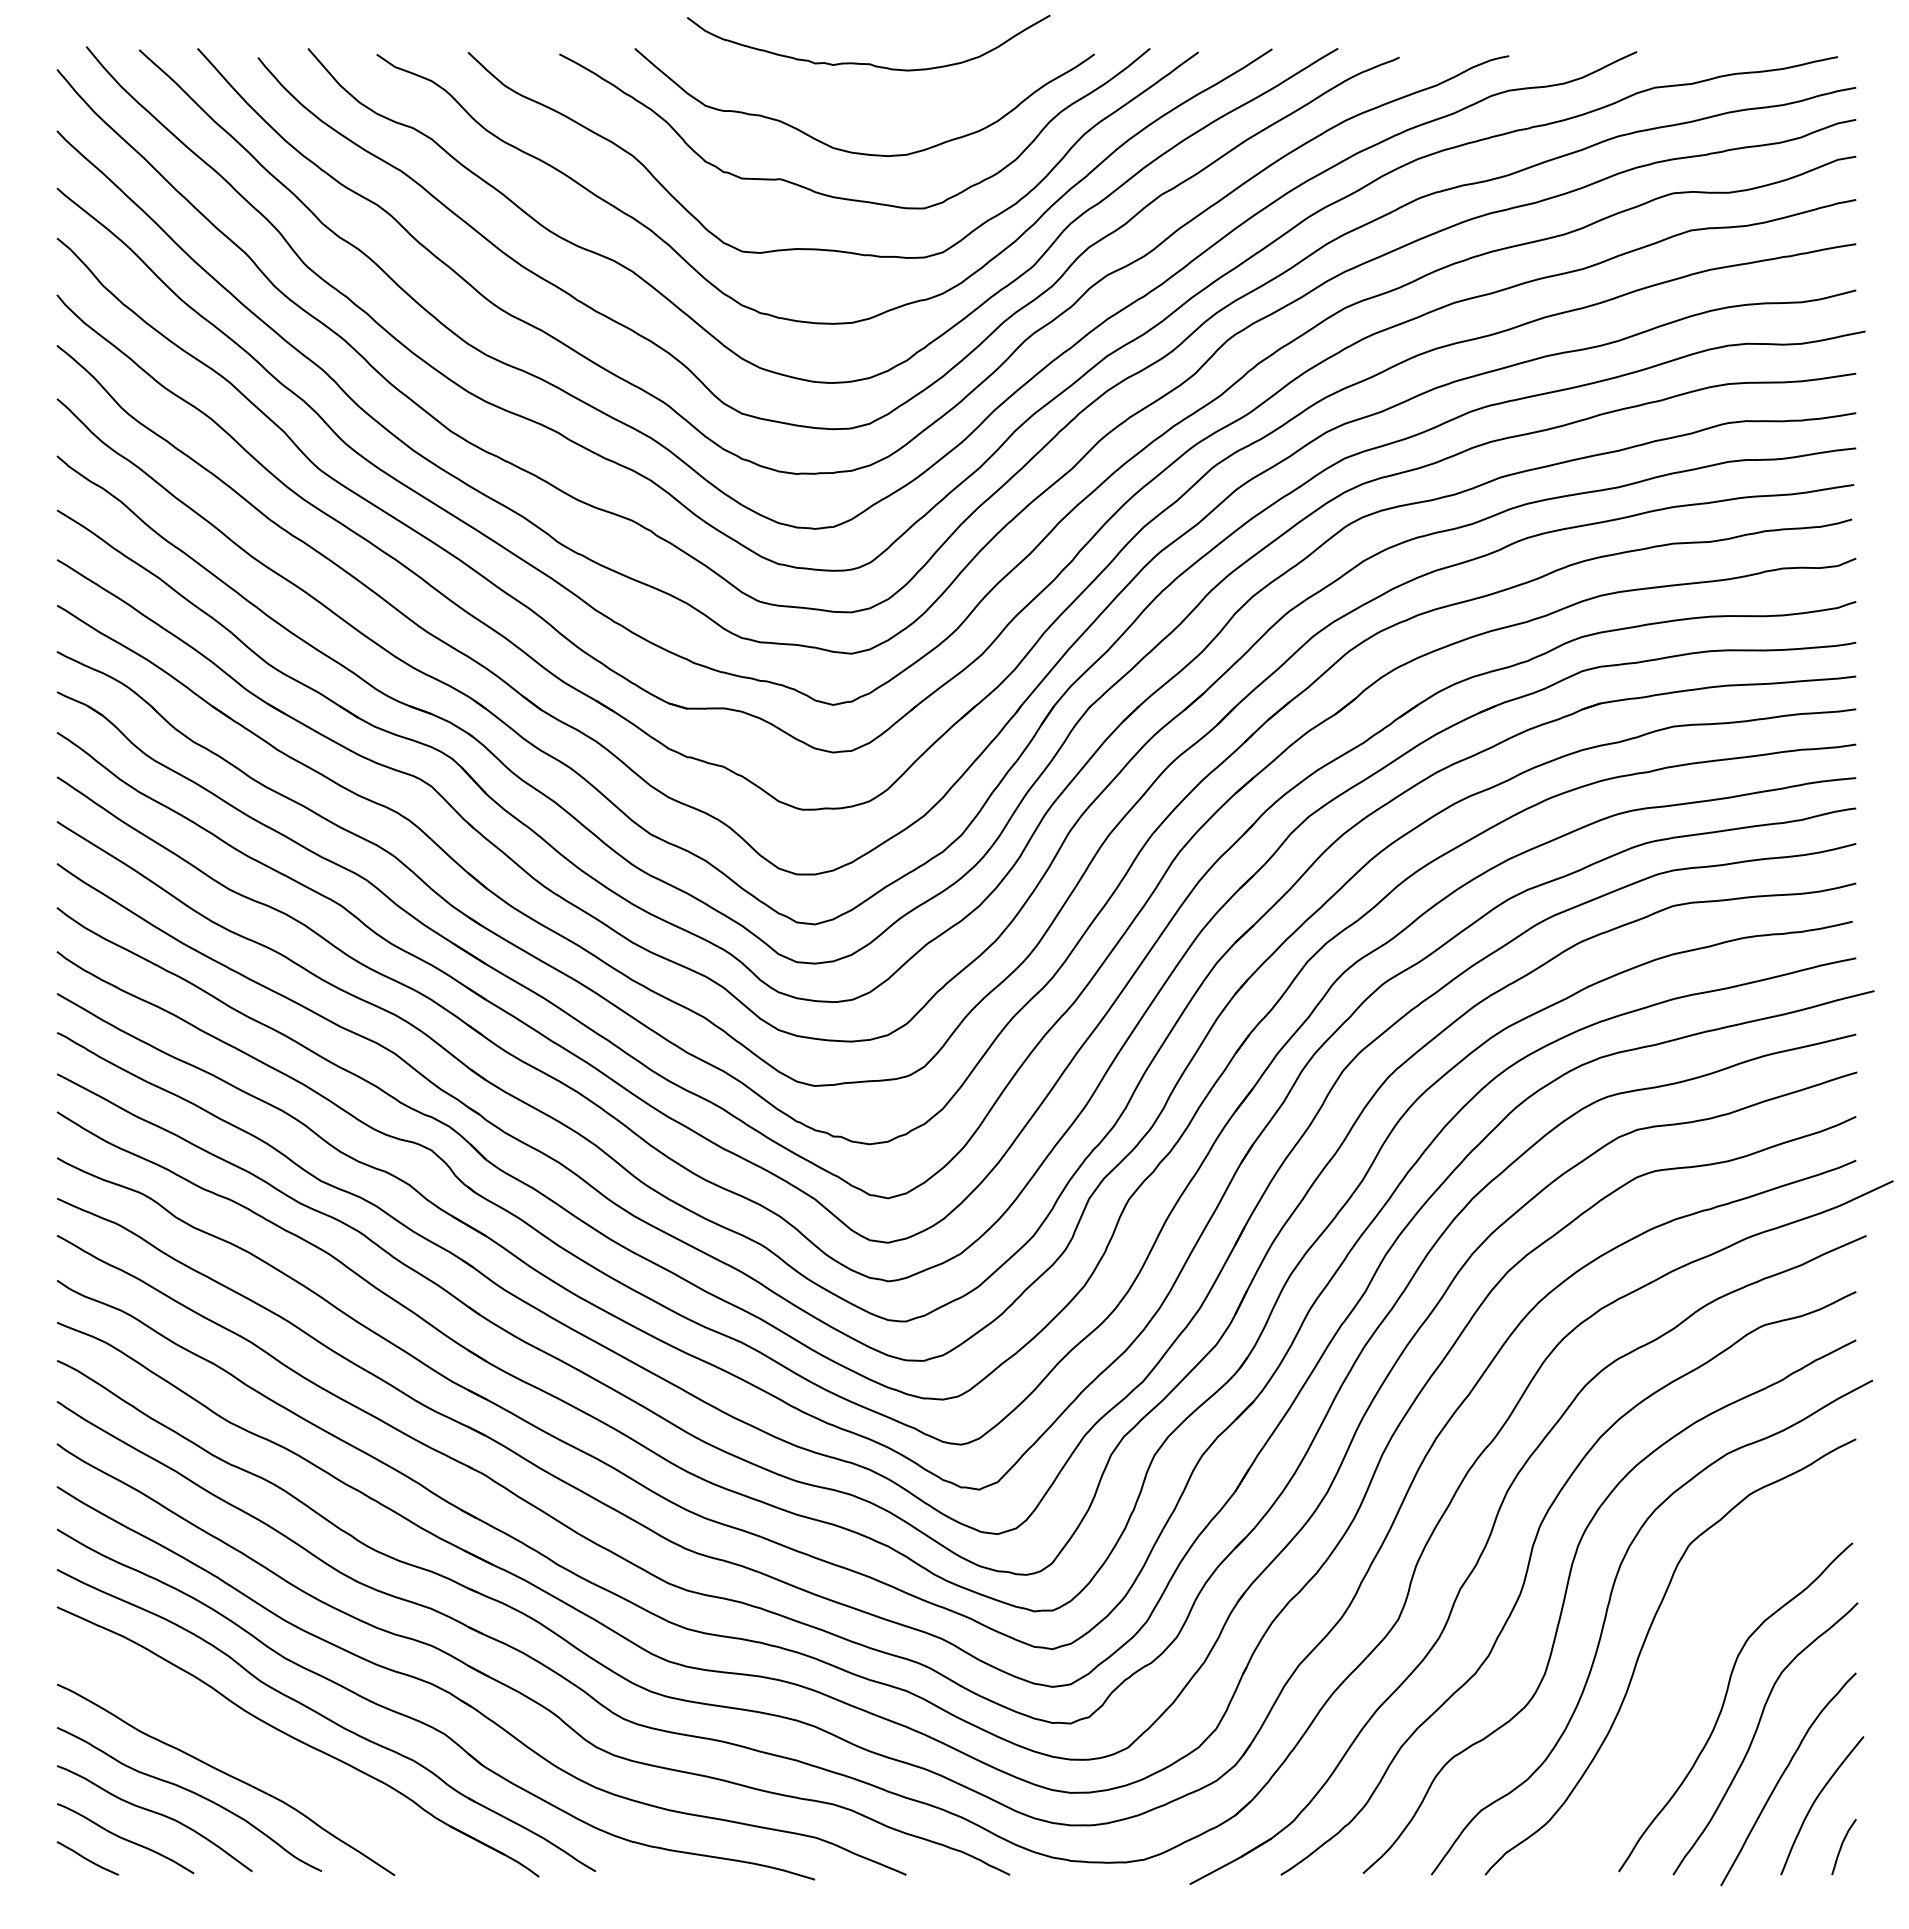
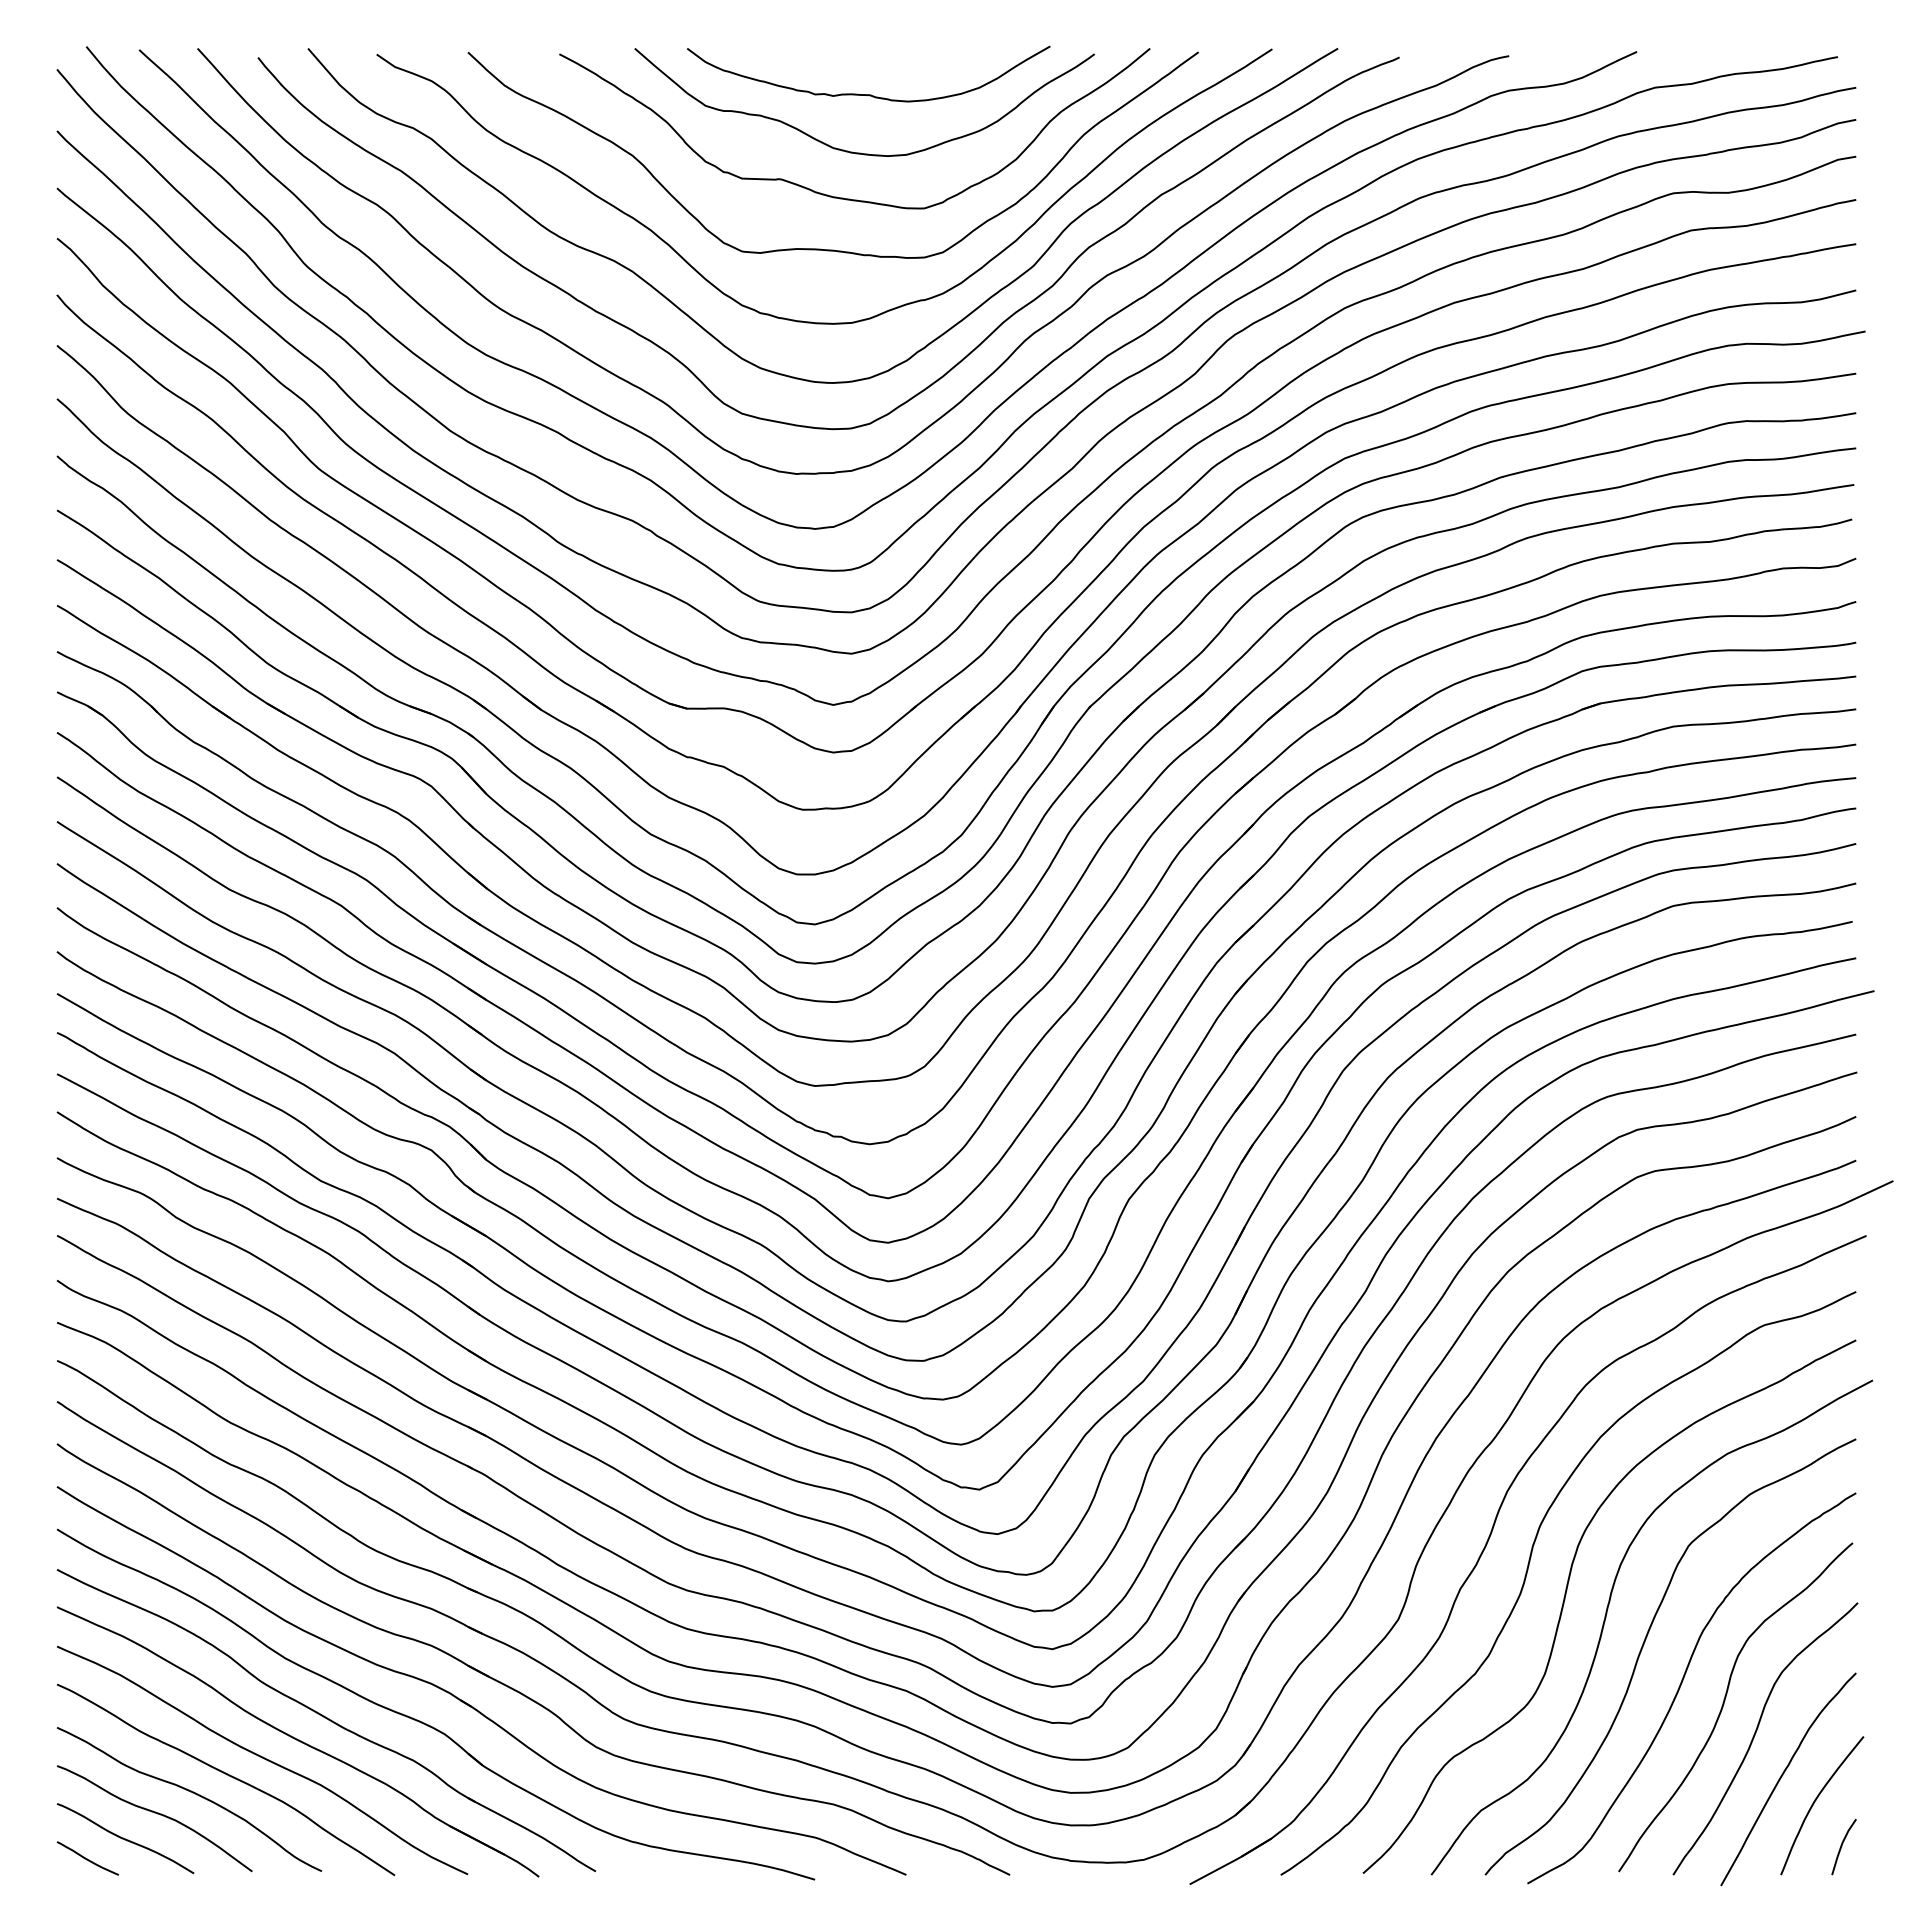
curve at (868, 63) position: (868, 63) -> (868, 94)
curve at (1682, 1683): none -> present
curve at (262, 1758): none -> present
